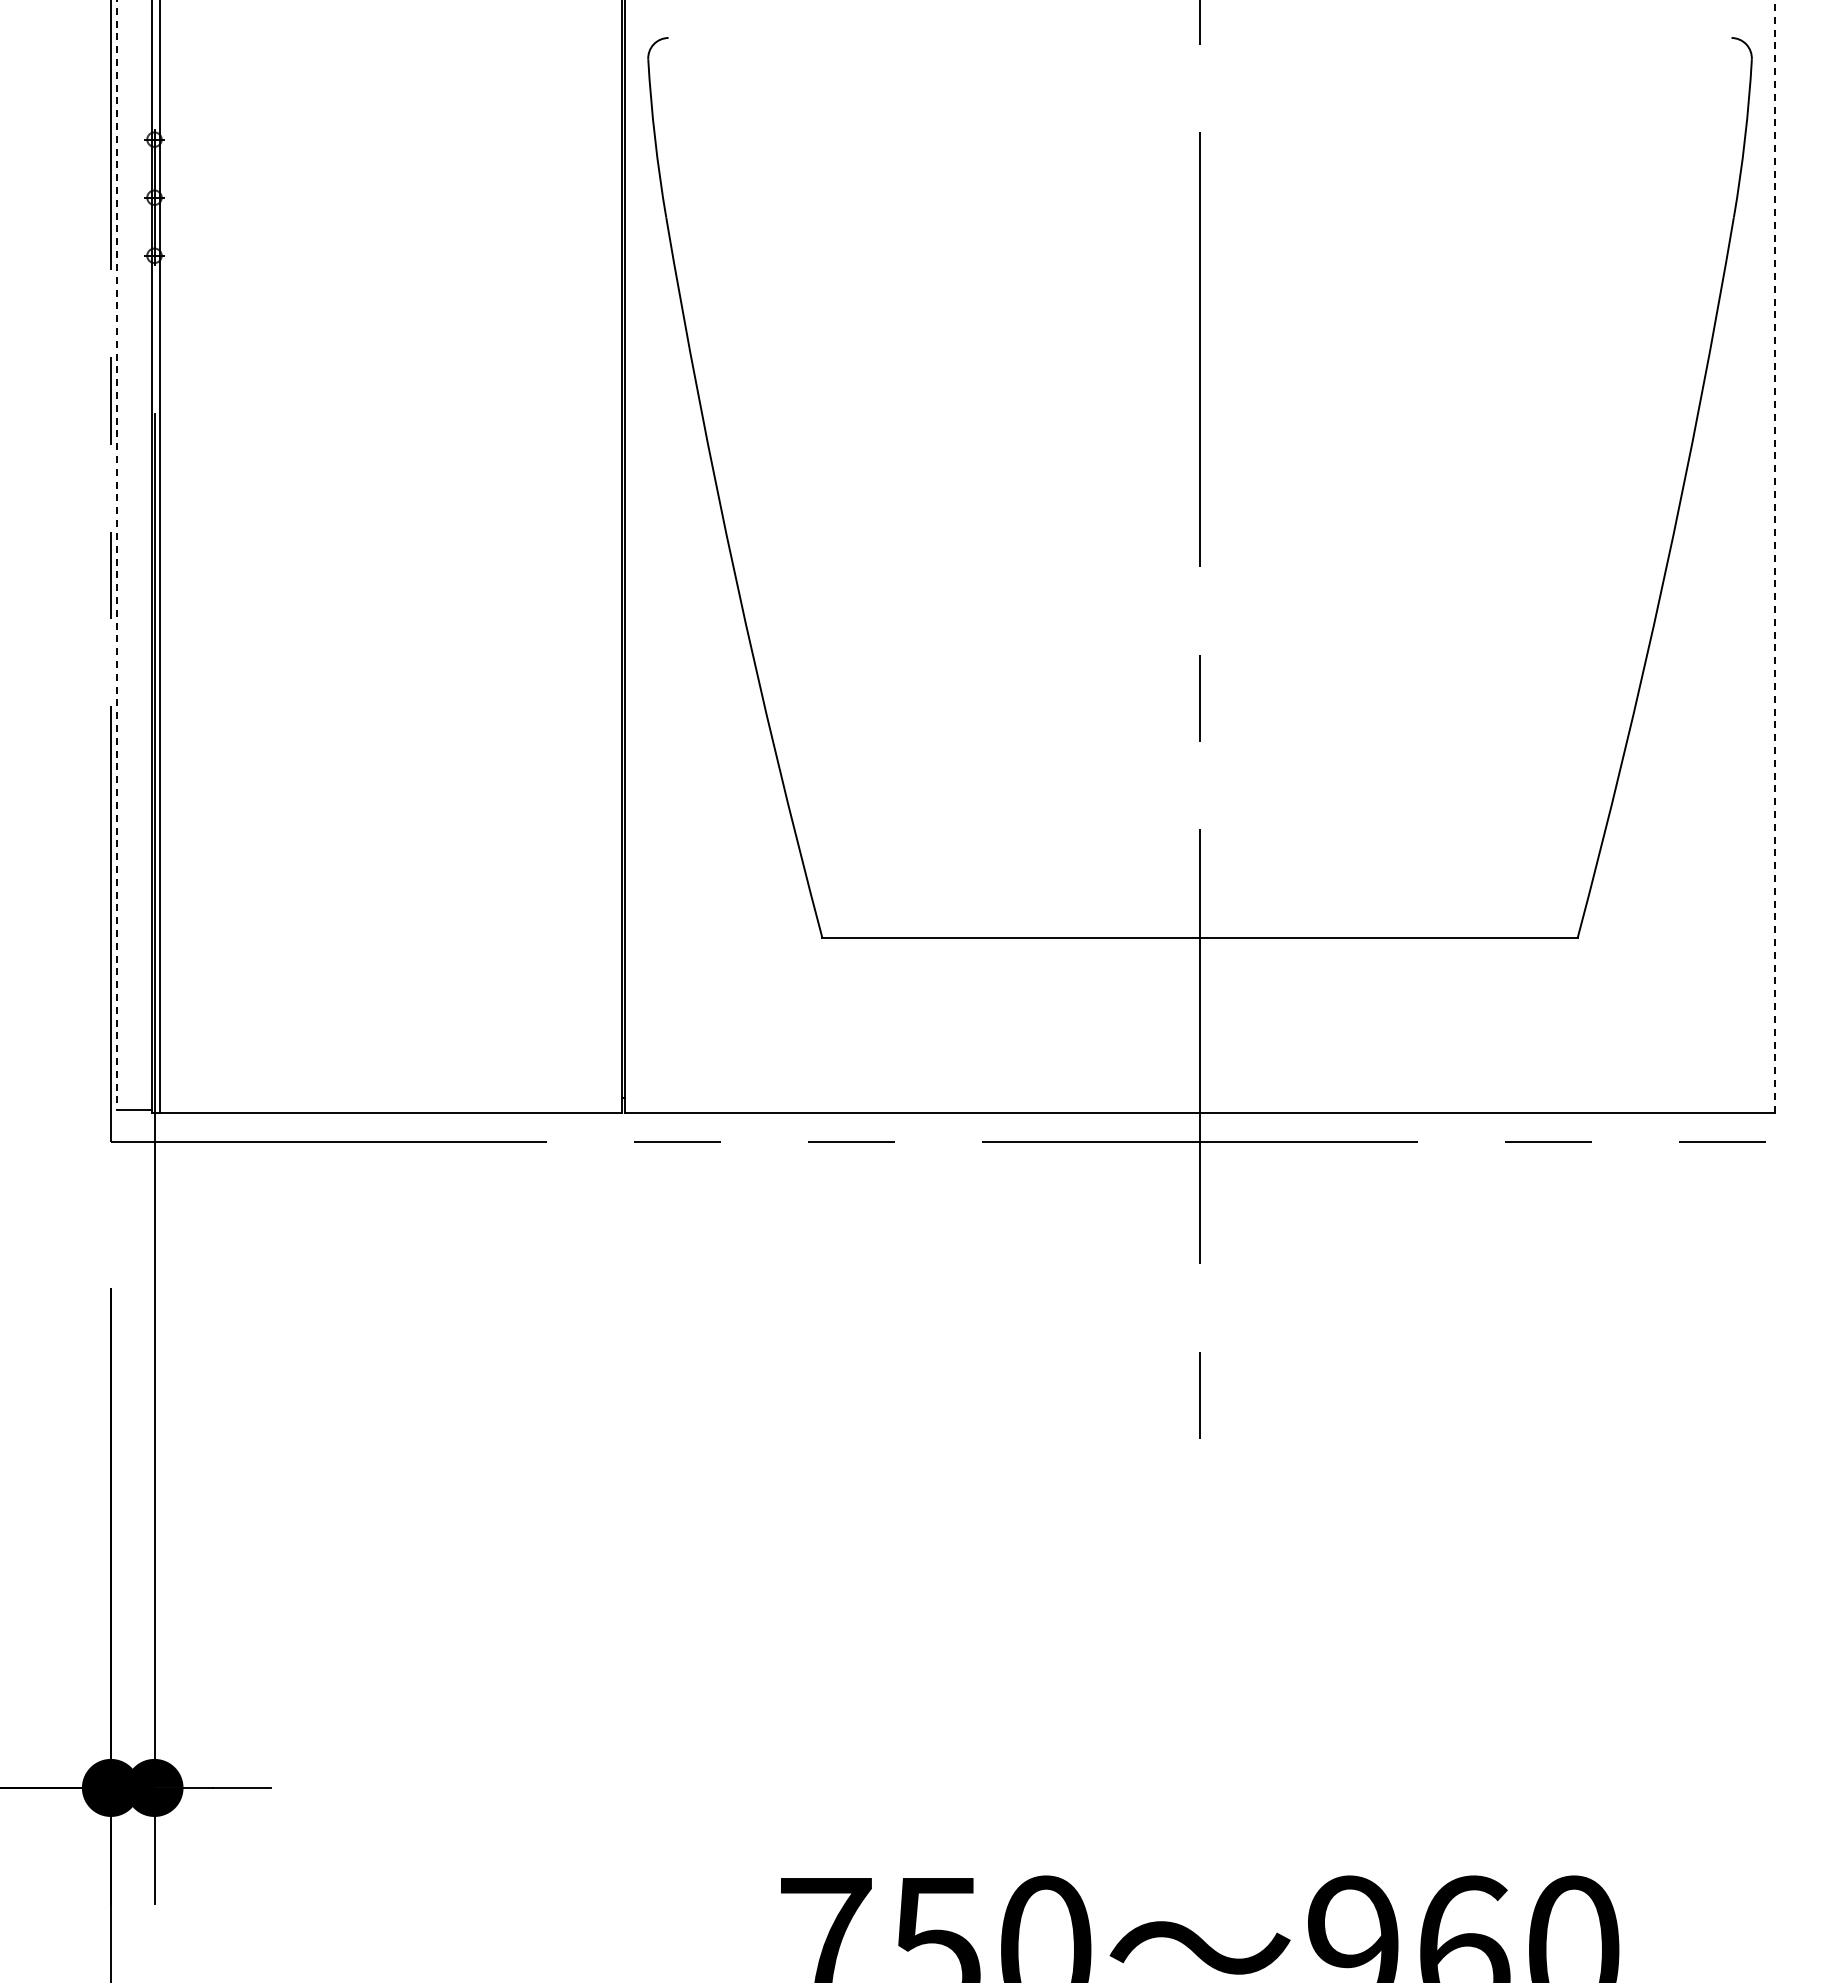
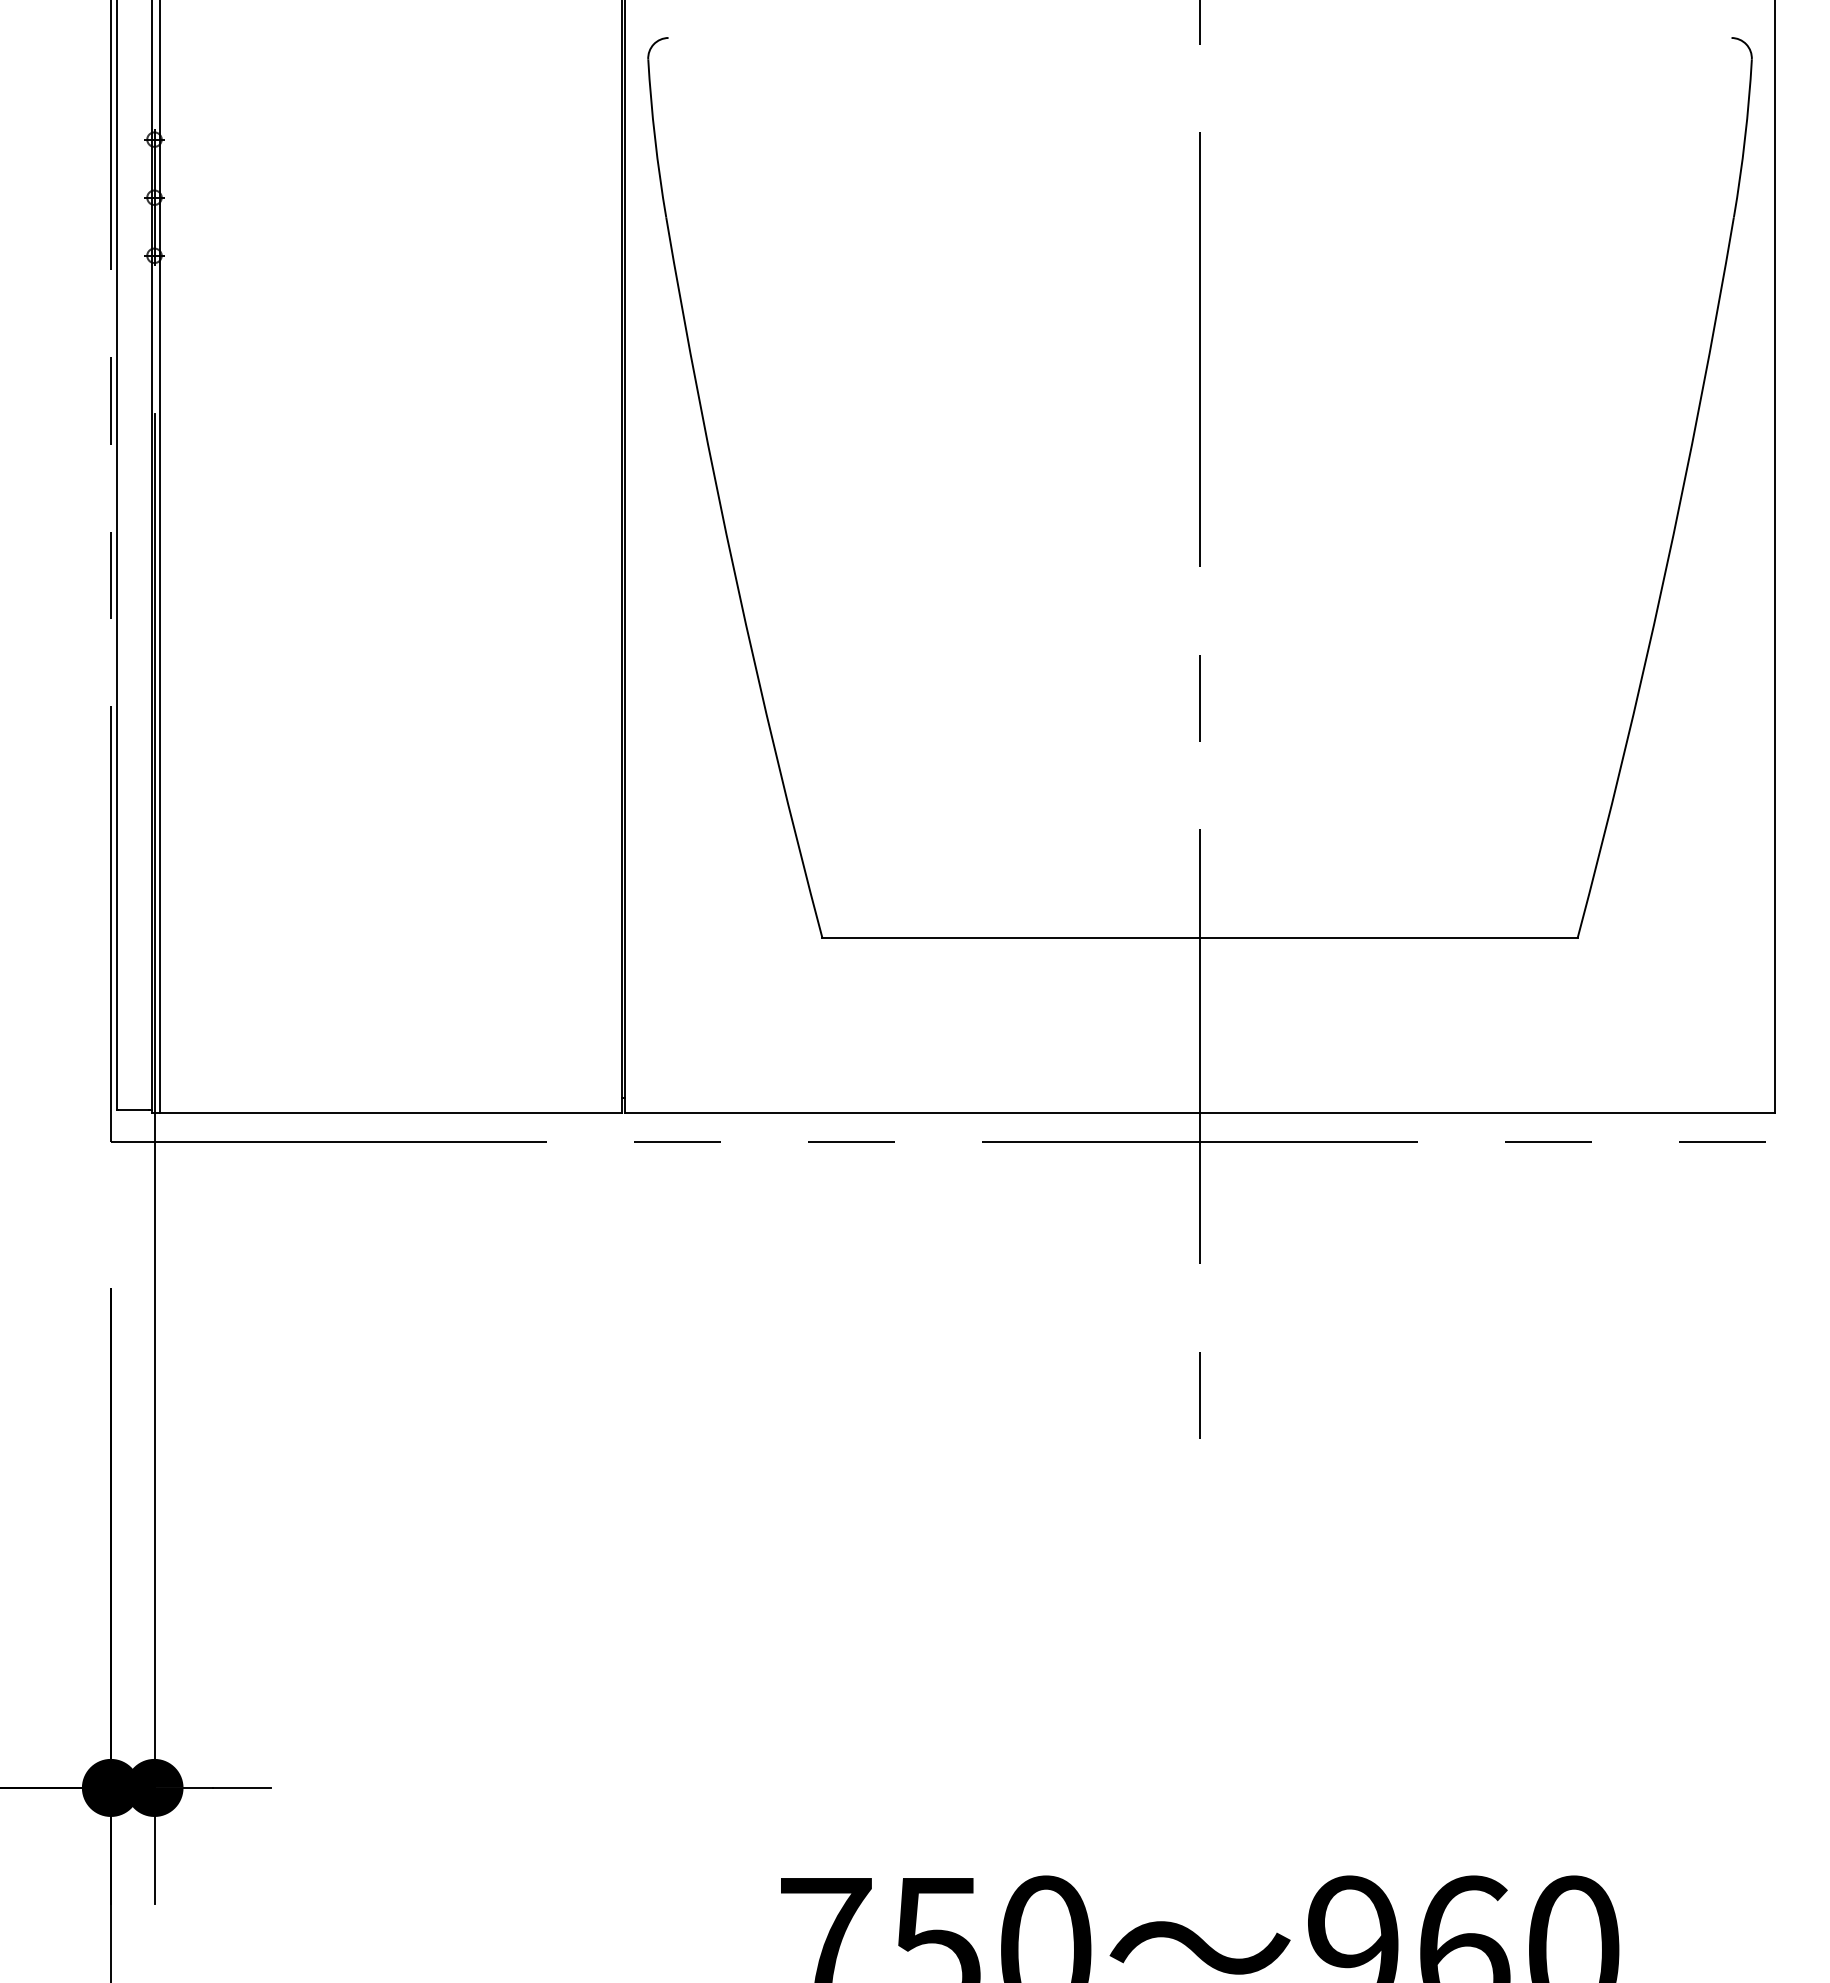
line at (116, 554): dashed -> solid
line at (1775, 555): dashed -> solid
